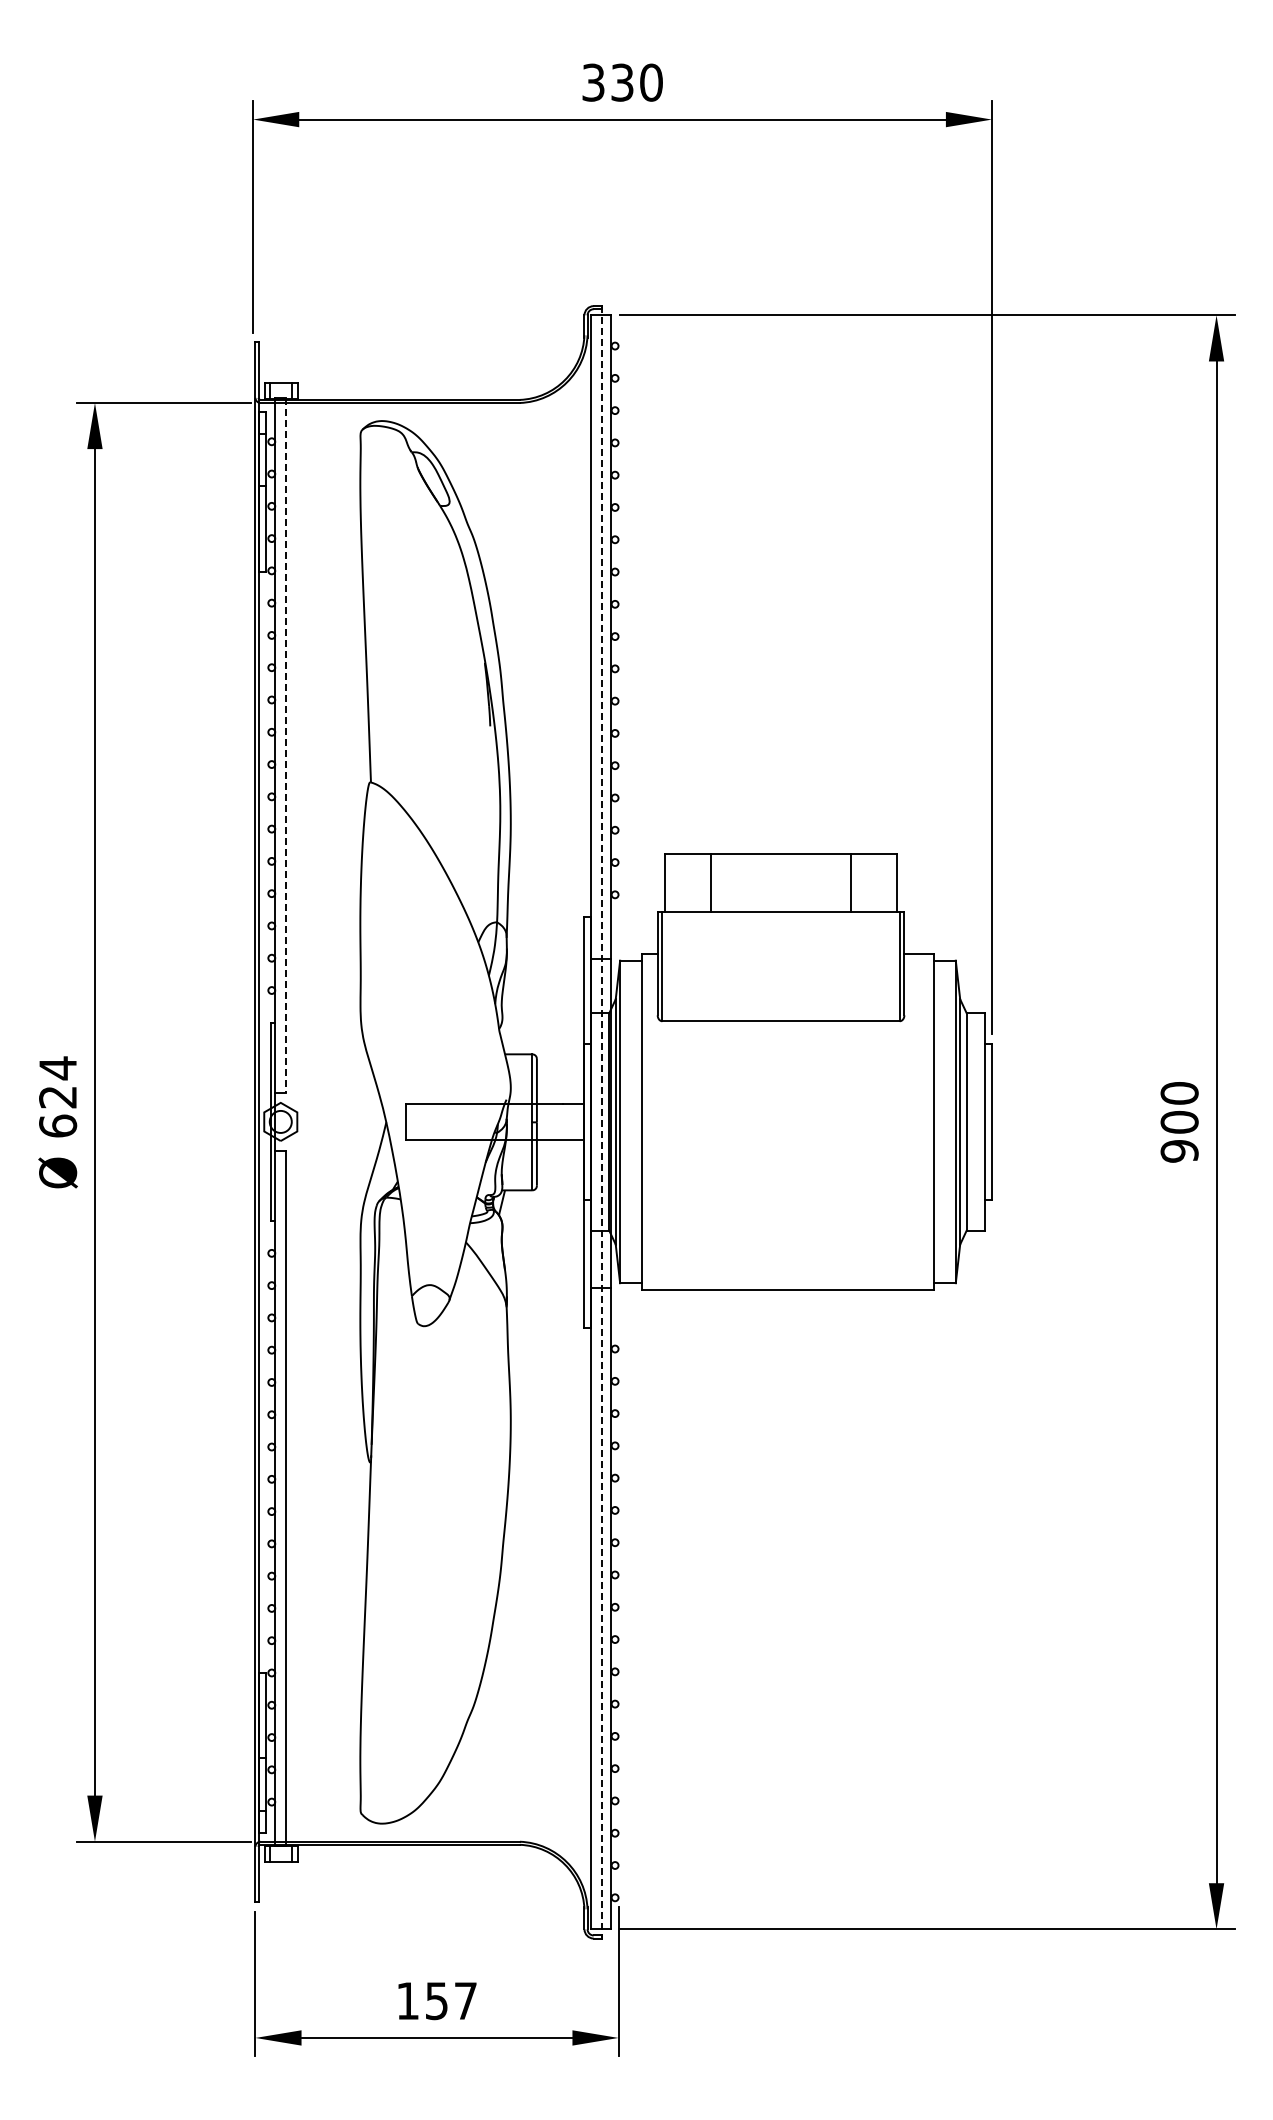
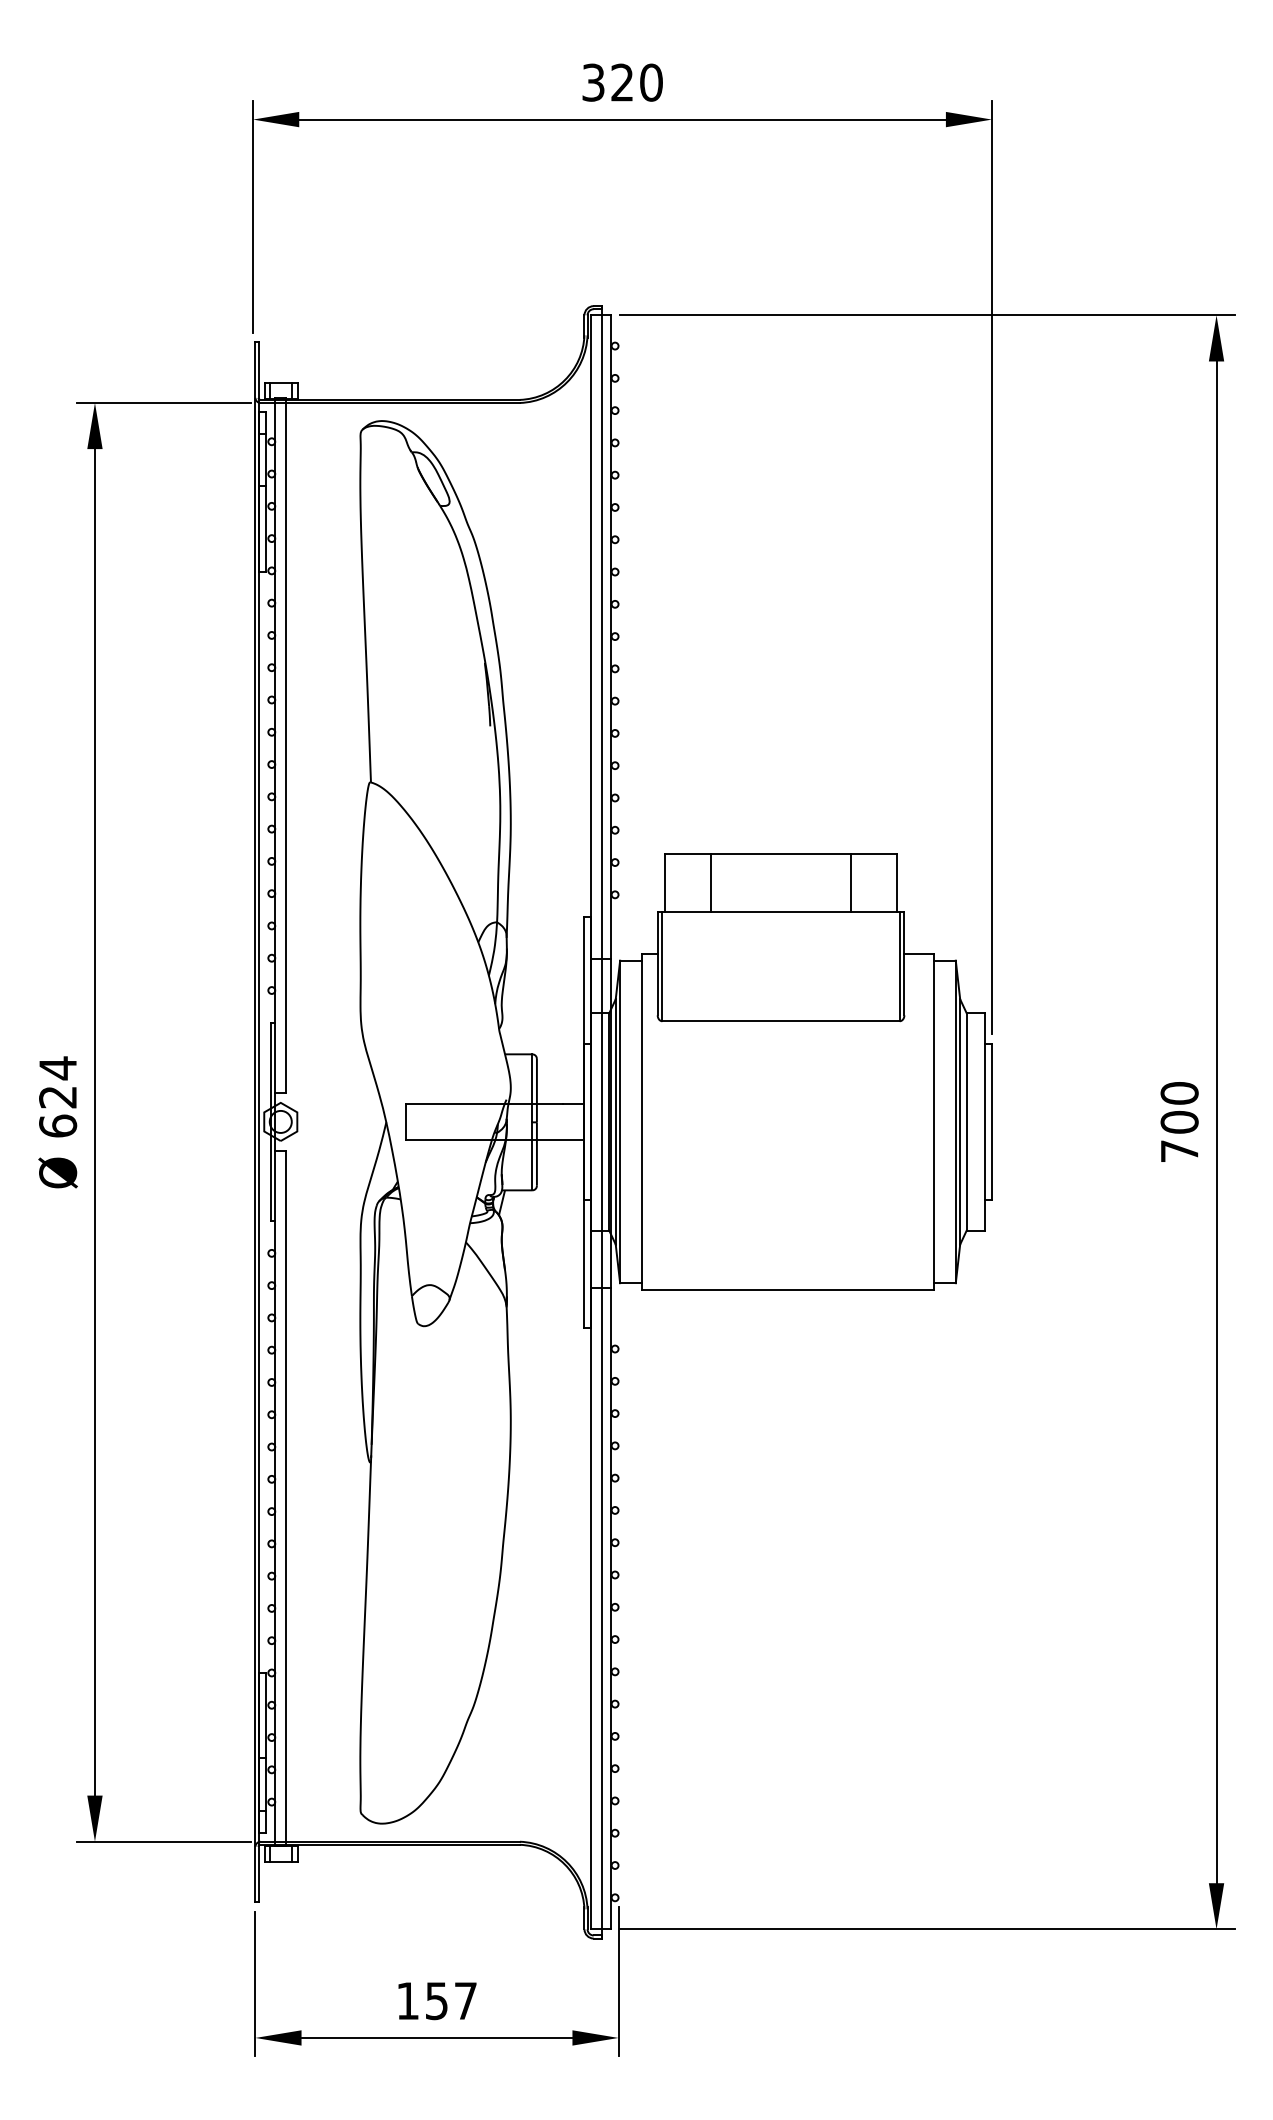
text at (622, 82): 330 -> 320
line at (286, 745): dashed -> solid
line at (601, 1122): dashed -> solid
text at (1179, 1151): 900 -> 700
